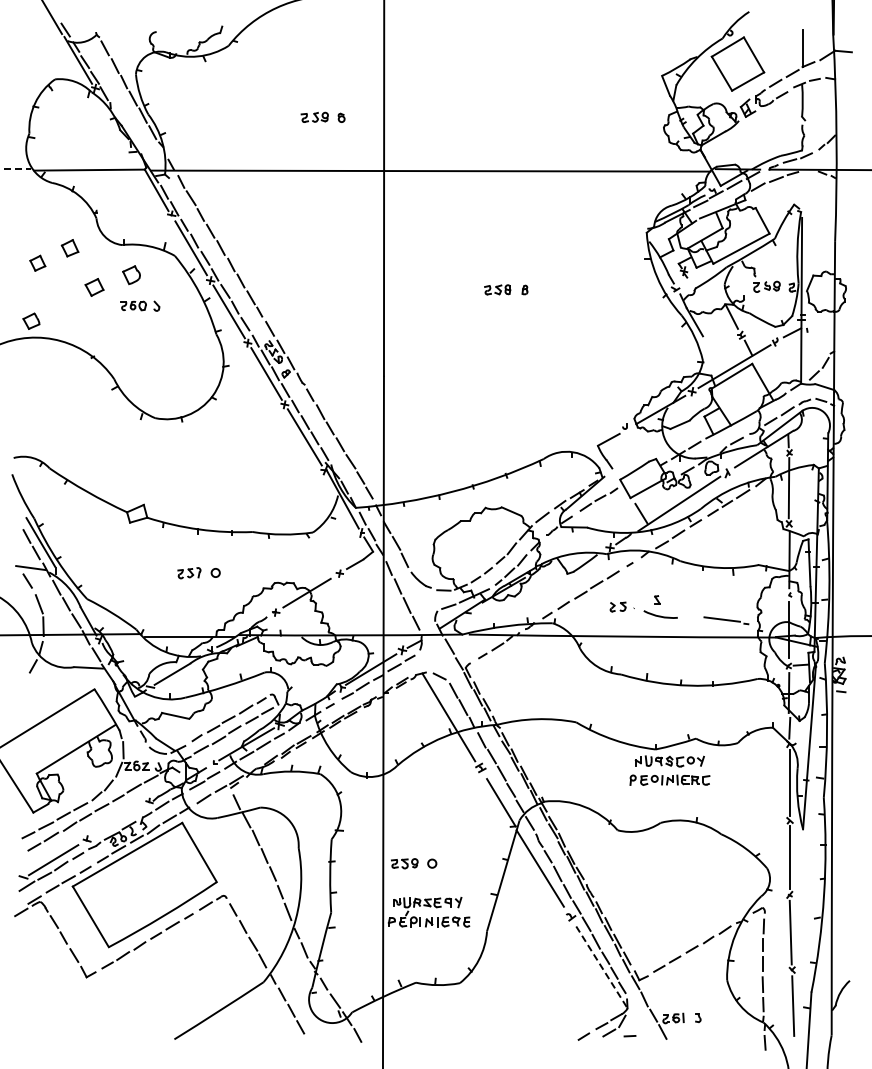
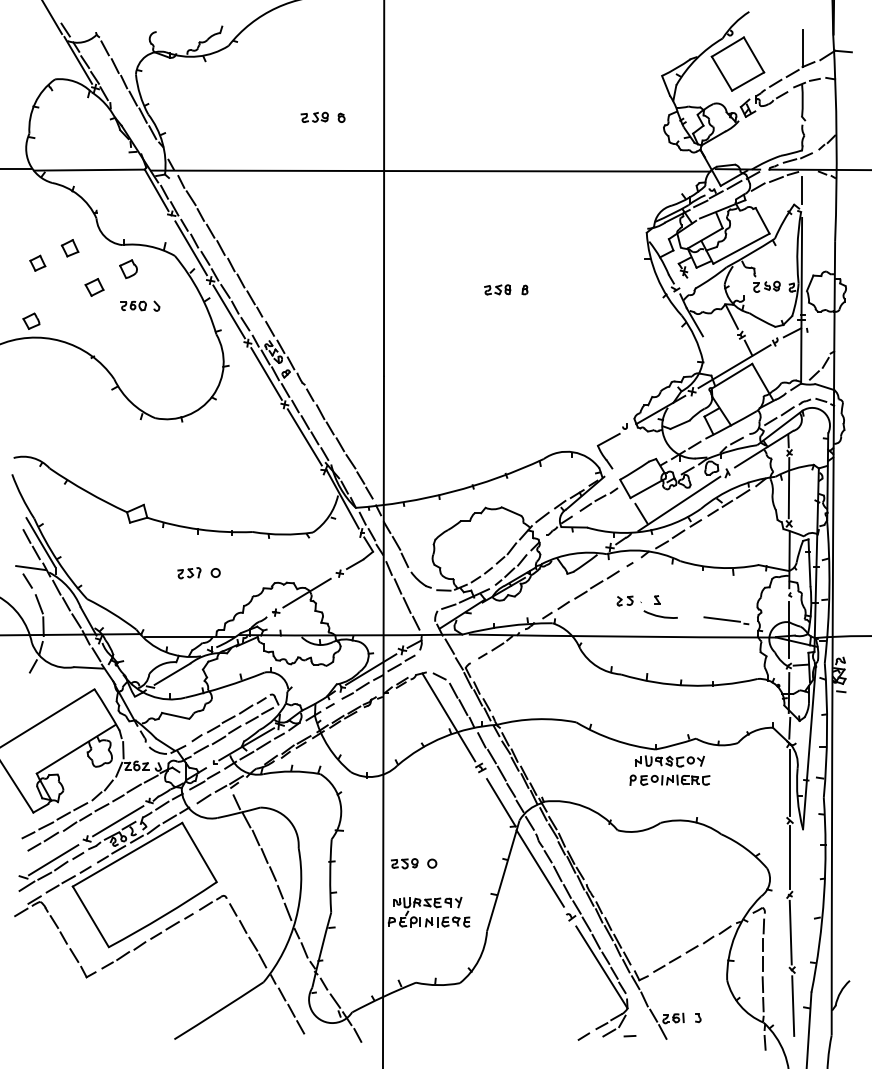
line at (16, 169): dashed -> solid
line at (802, 190): none -> present
part at (131, 275) position: (131, 275) -> (128, 269)
part at (621, 606) position: (621, 606) -> (628, 600)
line at (118, 821): none -> present
line at (602, 967): dashed -> solid
